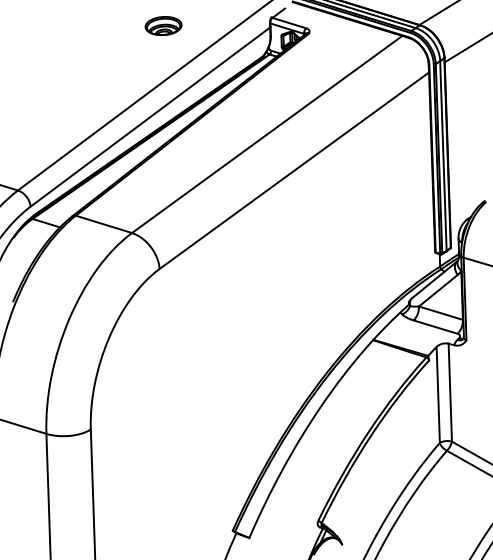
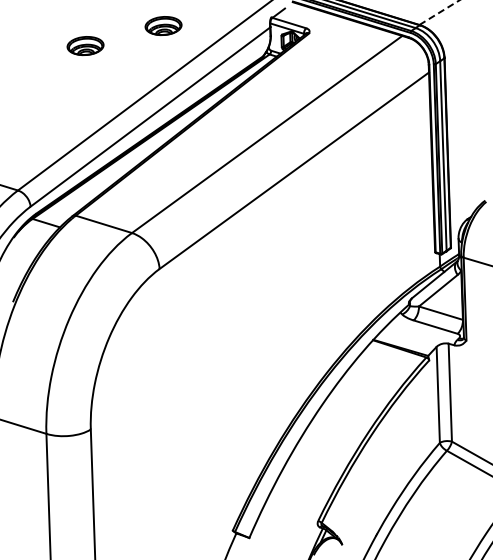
line at (439, 12): solid -> dashed
part at (85, 45): none -> present
line at (466, 48): present -> none
